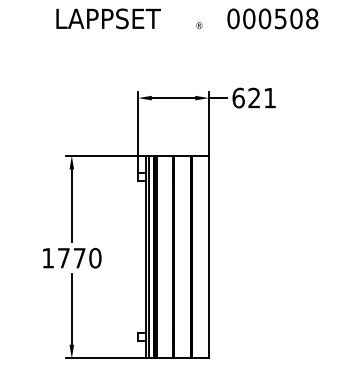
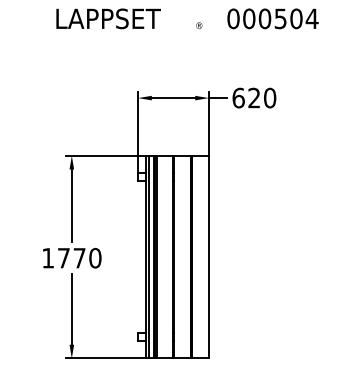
text at (311, 18): 000508 -> 000504
text at (270, 97): 621 -> 620
